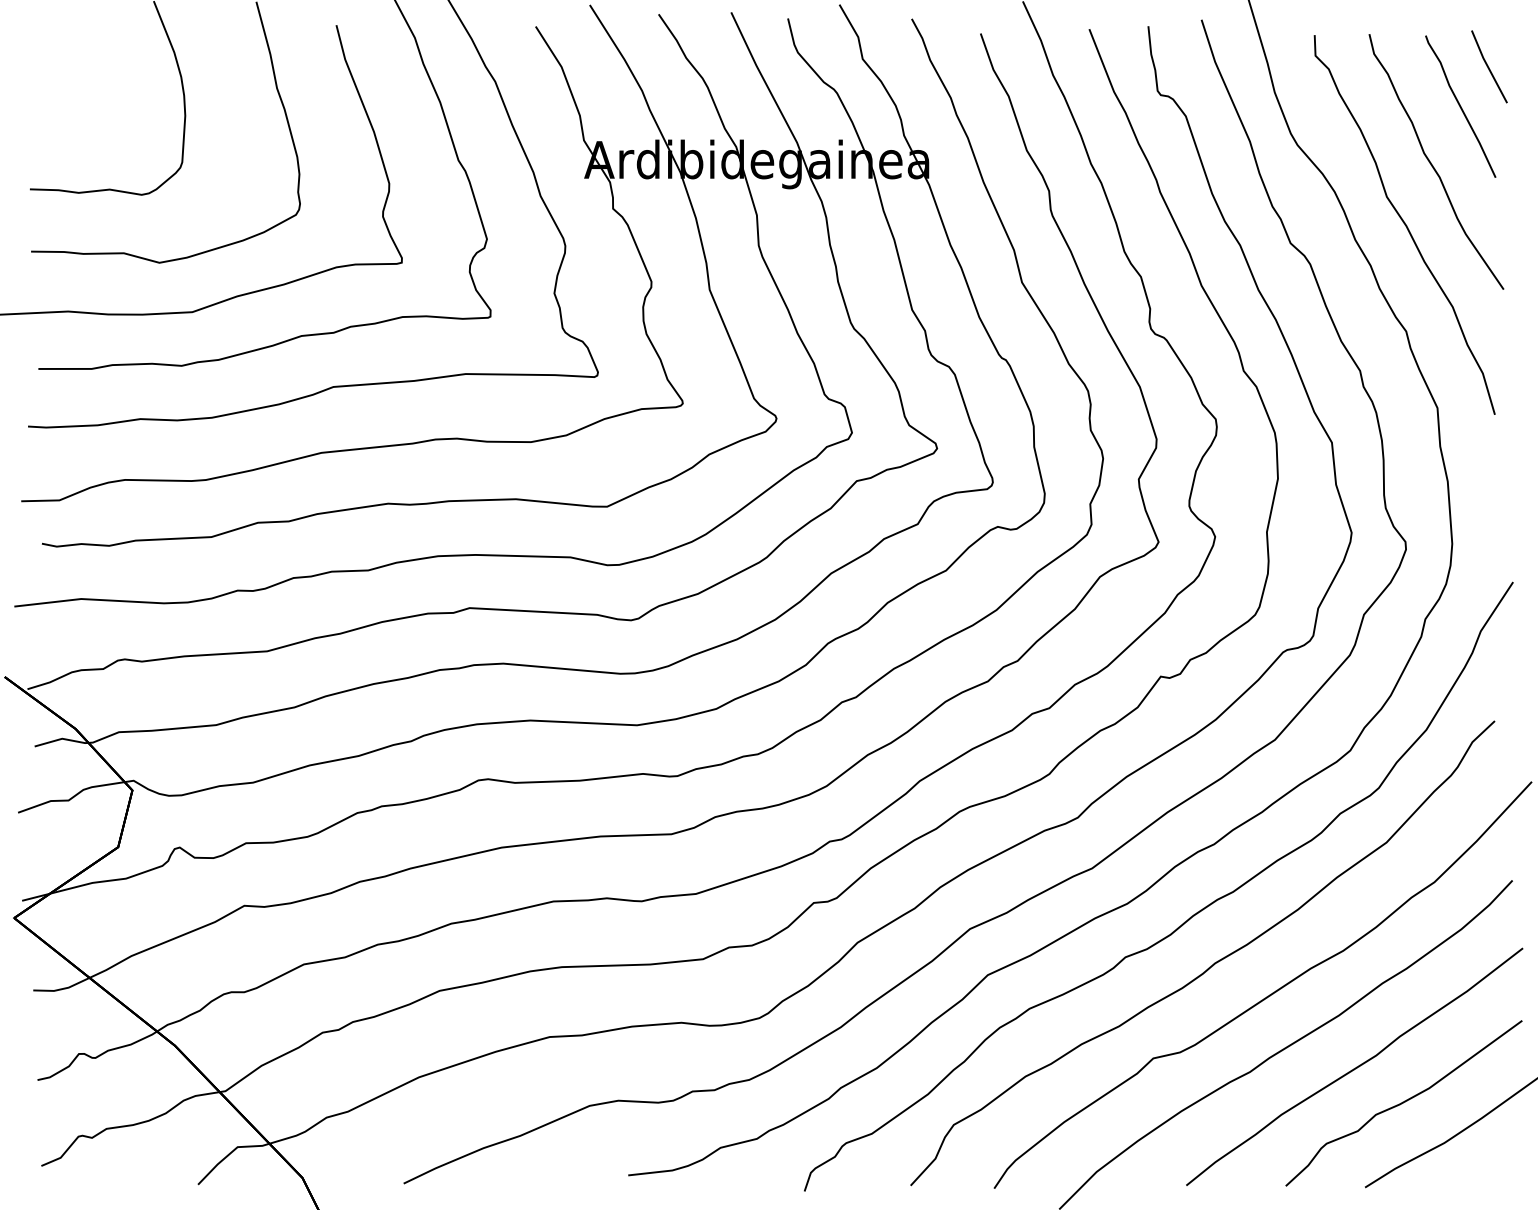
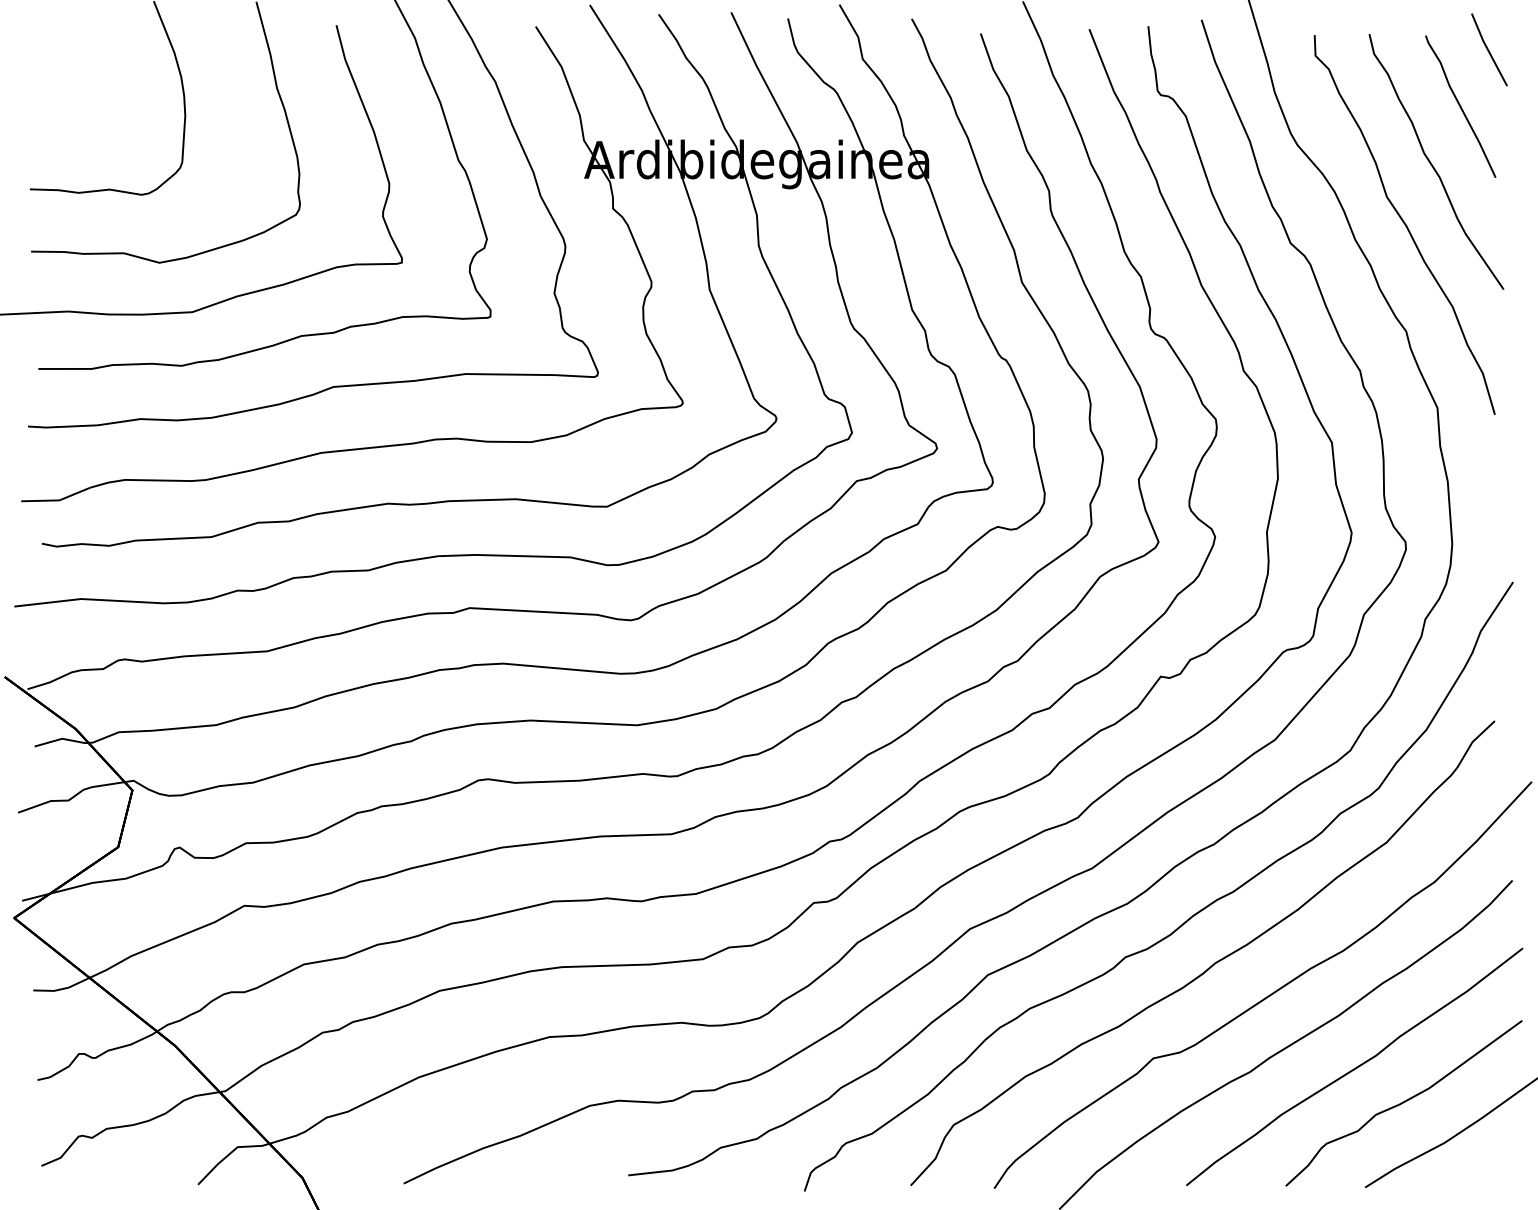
line at (1488, 66) position: (1488, 66) -> (1488, 49)
